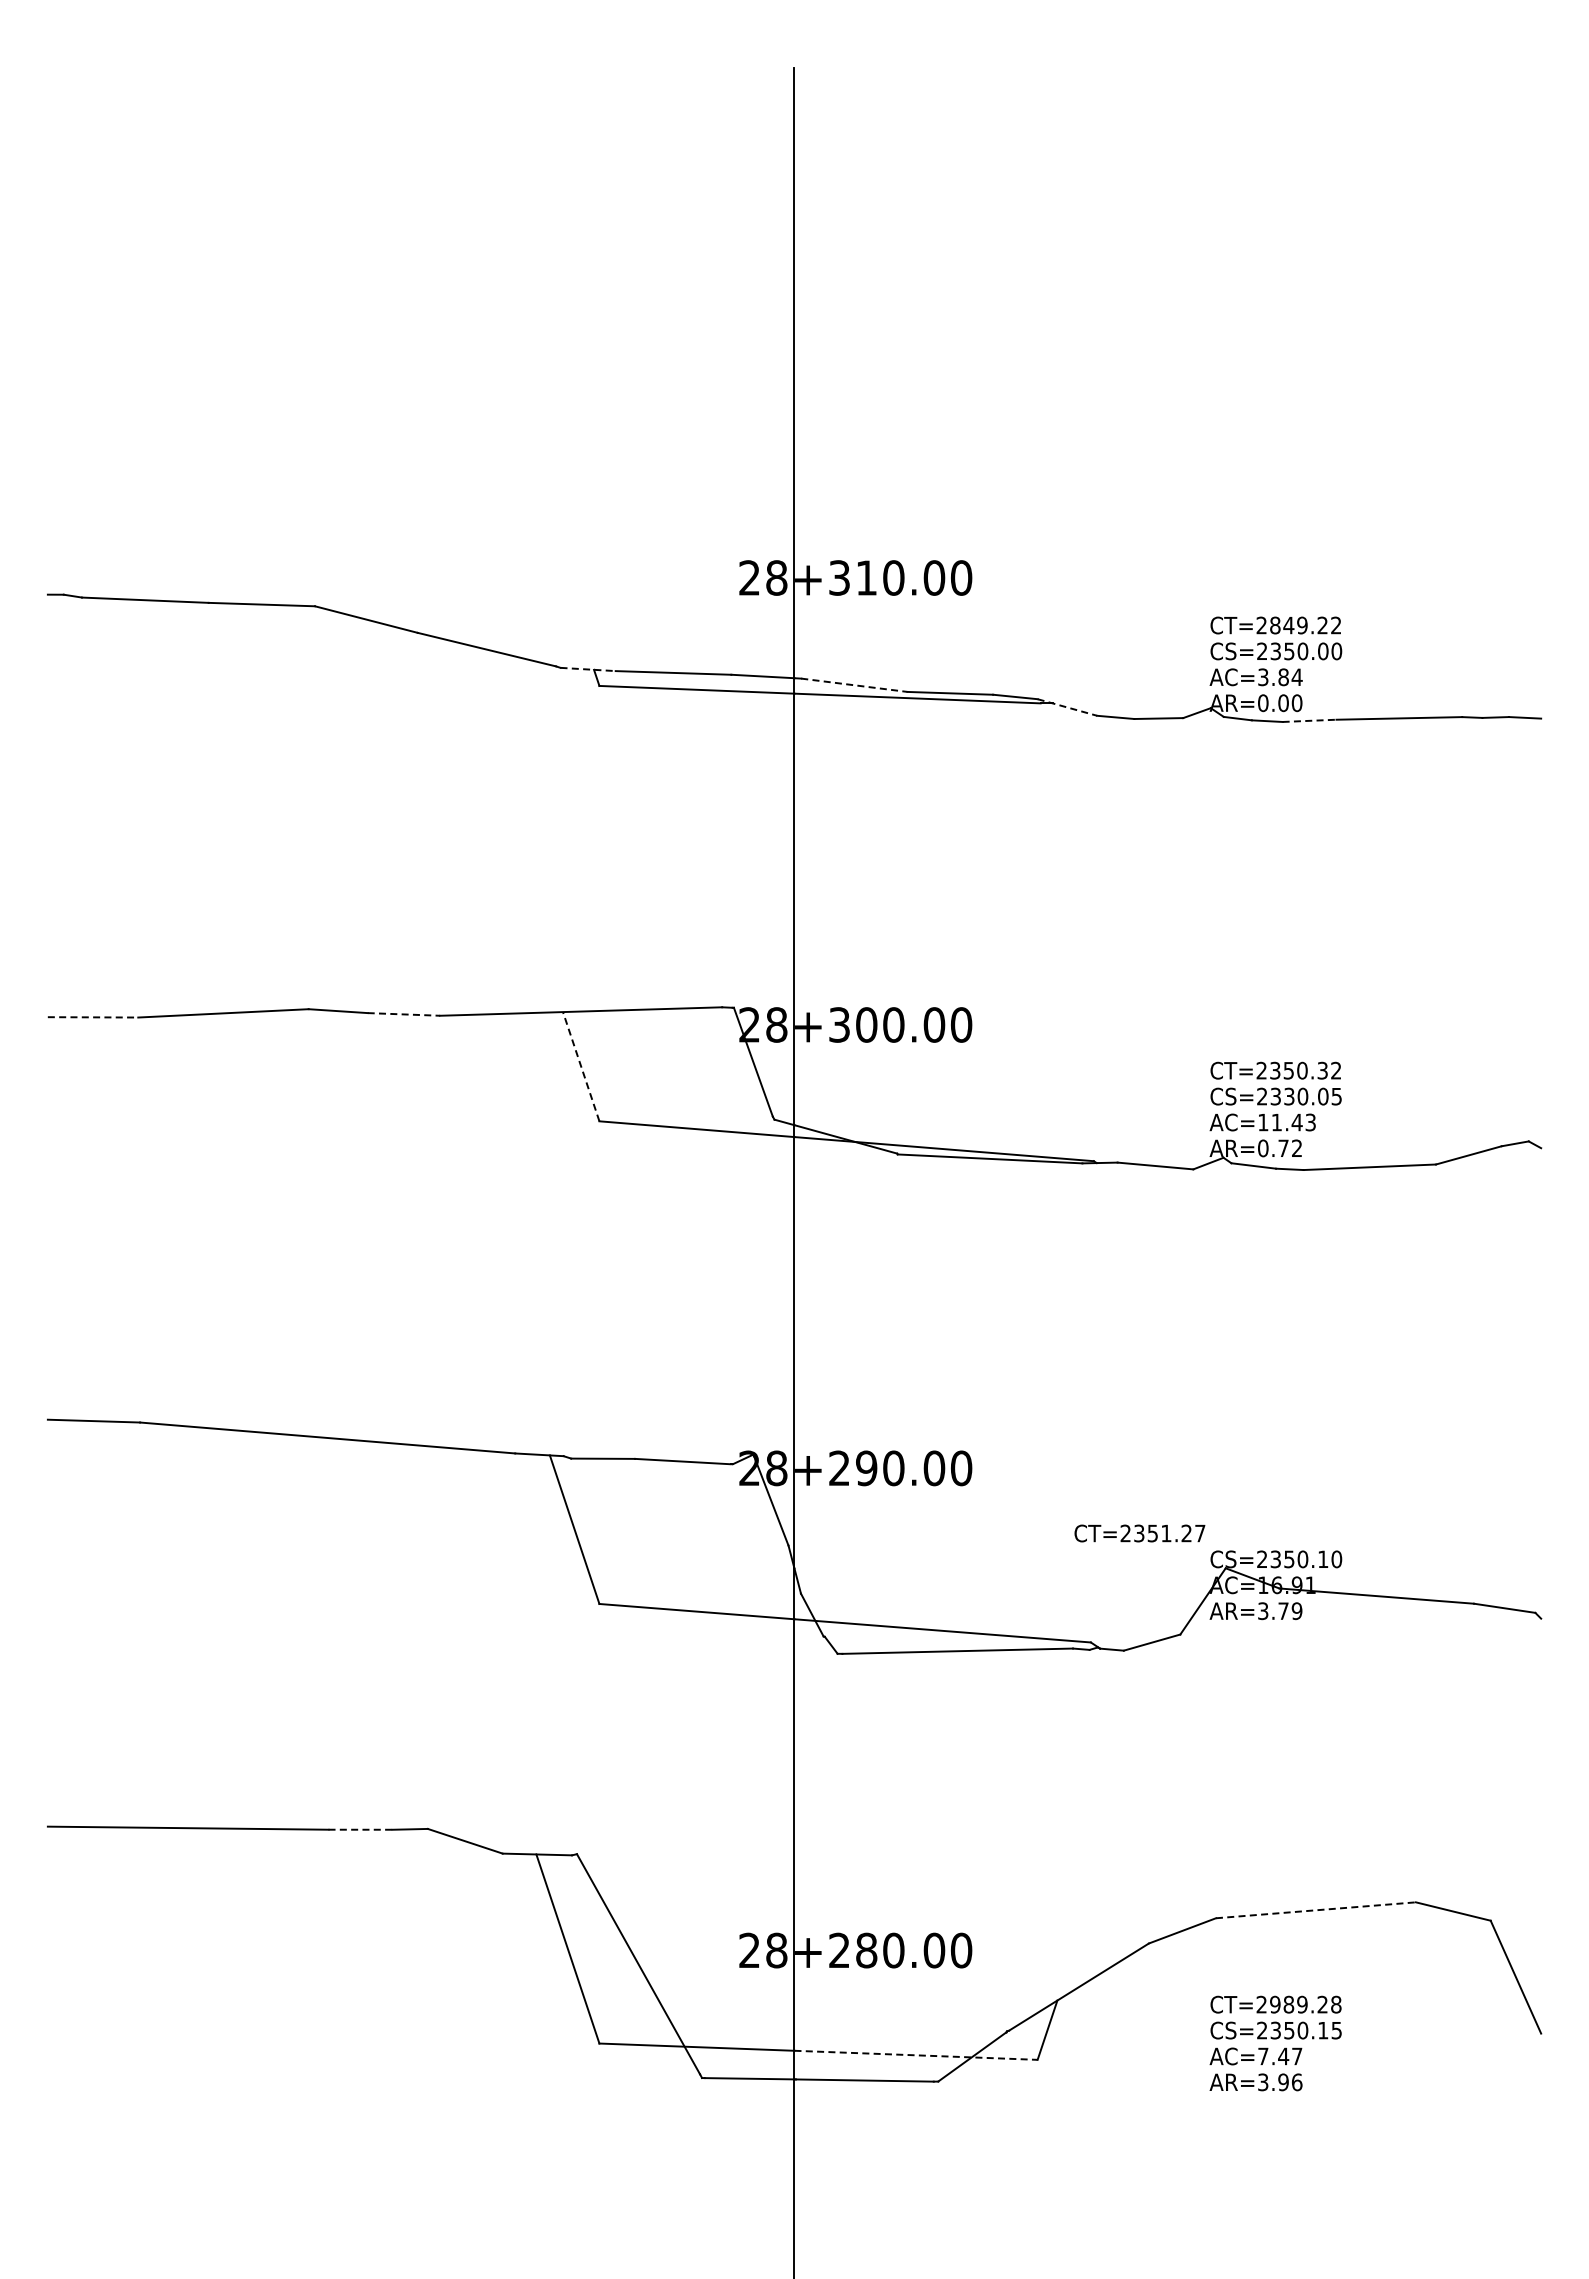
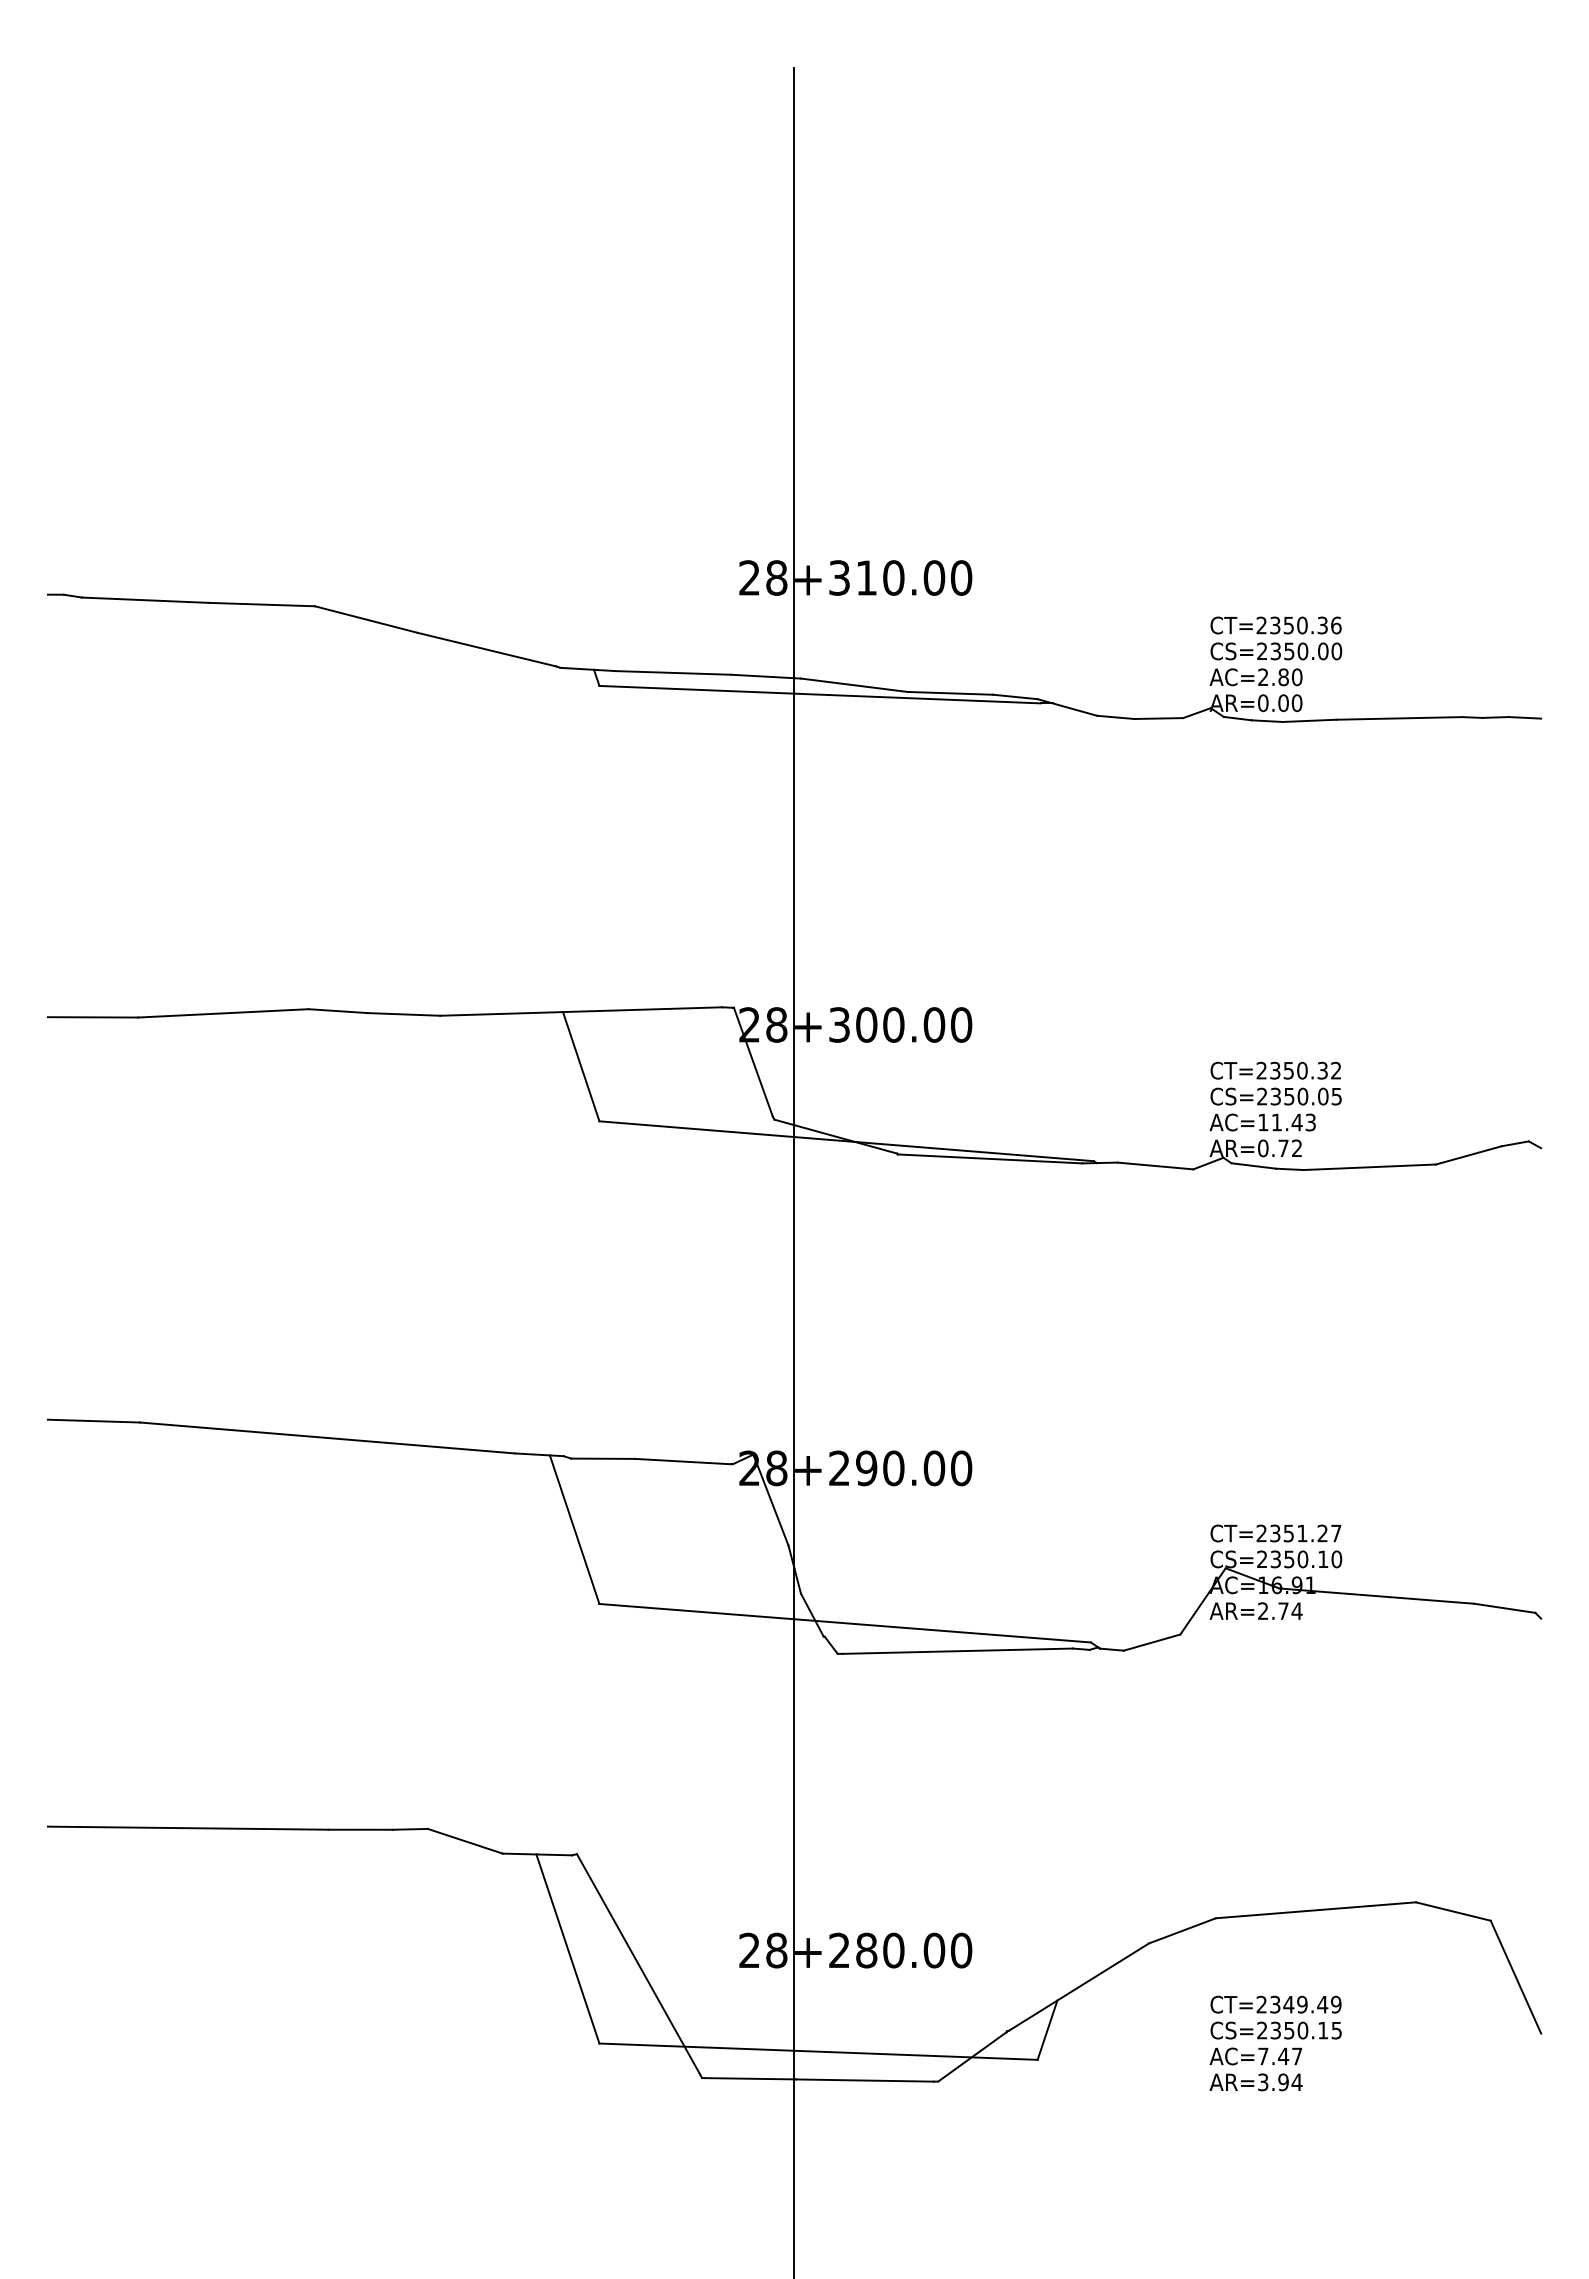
text at (1305, 625): CT=2849.22 -> CT=2350.36
line at (588, 669): dashed -> solid
text at (1280, 677): AC=3.84 -> AC=2.80
line at (854, 685): dashed -> solid
line at (1067, 707): dashed -> solid
line at (1309, 720): dashed -> solid
line at (404, 1014): dashed -> solid
line at (93, 1017): dashed -> solid
line at (581, 1066): dashed -> solid
text at (1289, 1095): CS=2330.05 -> CS=2350.05
text at (1139, 1533) position: (1139, 1533) -> (1275, 1533)
text at (1280, 1611): AR=3.79 -> AR=2.74
line at (361, 1829): dashed -> solid
line at (1316, 1910): dashed -> solid
text at (1305, 2004): CT=2989.28 -> CT=2349.49
line at (916, 2055): dashed -> solid
text at (1296, 2082): AR=3.96 -> AR=3.94
